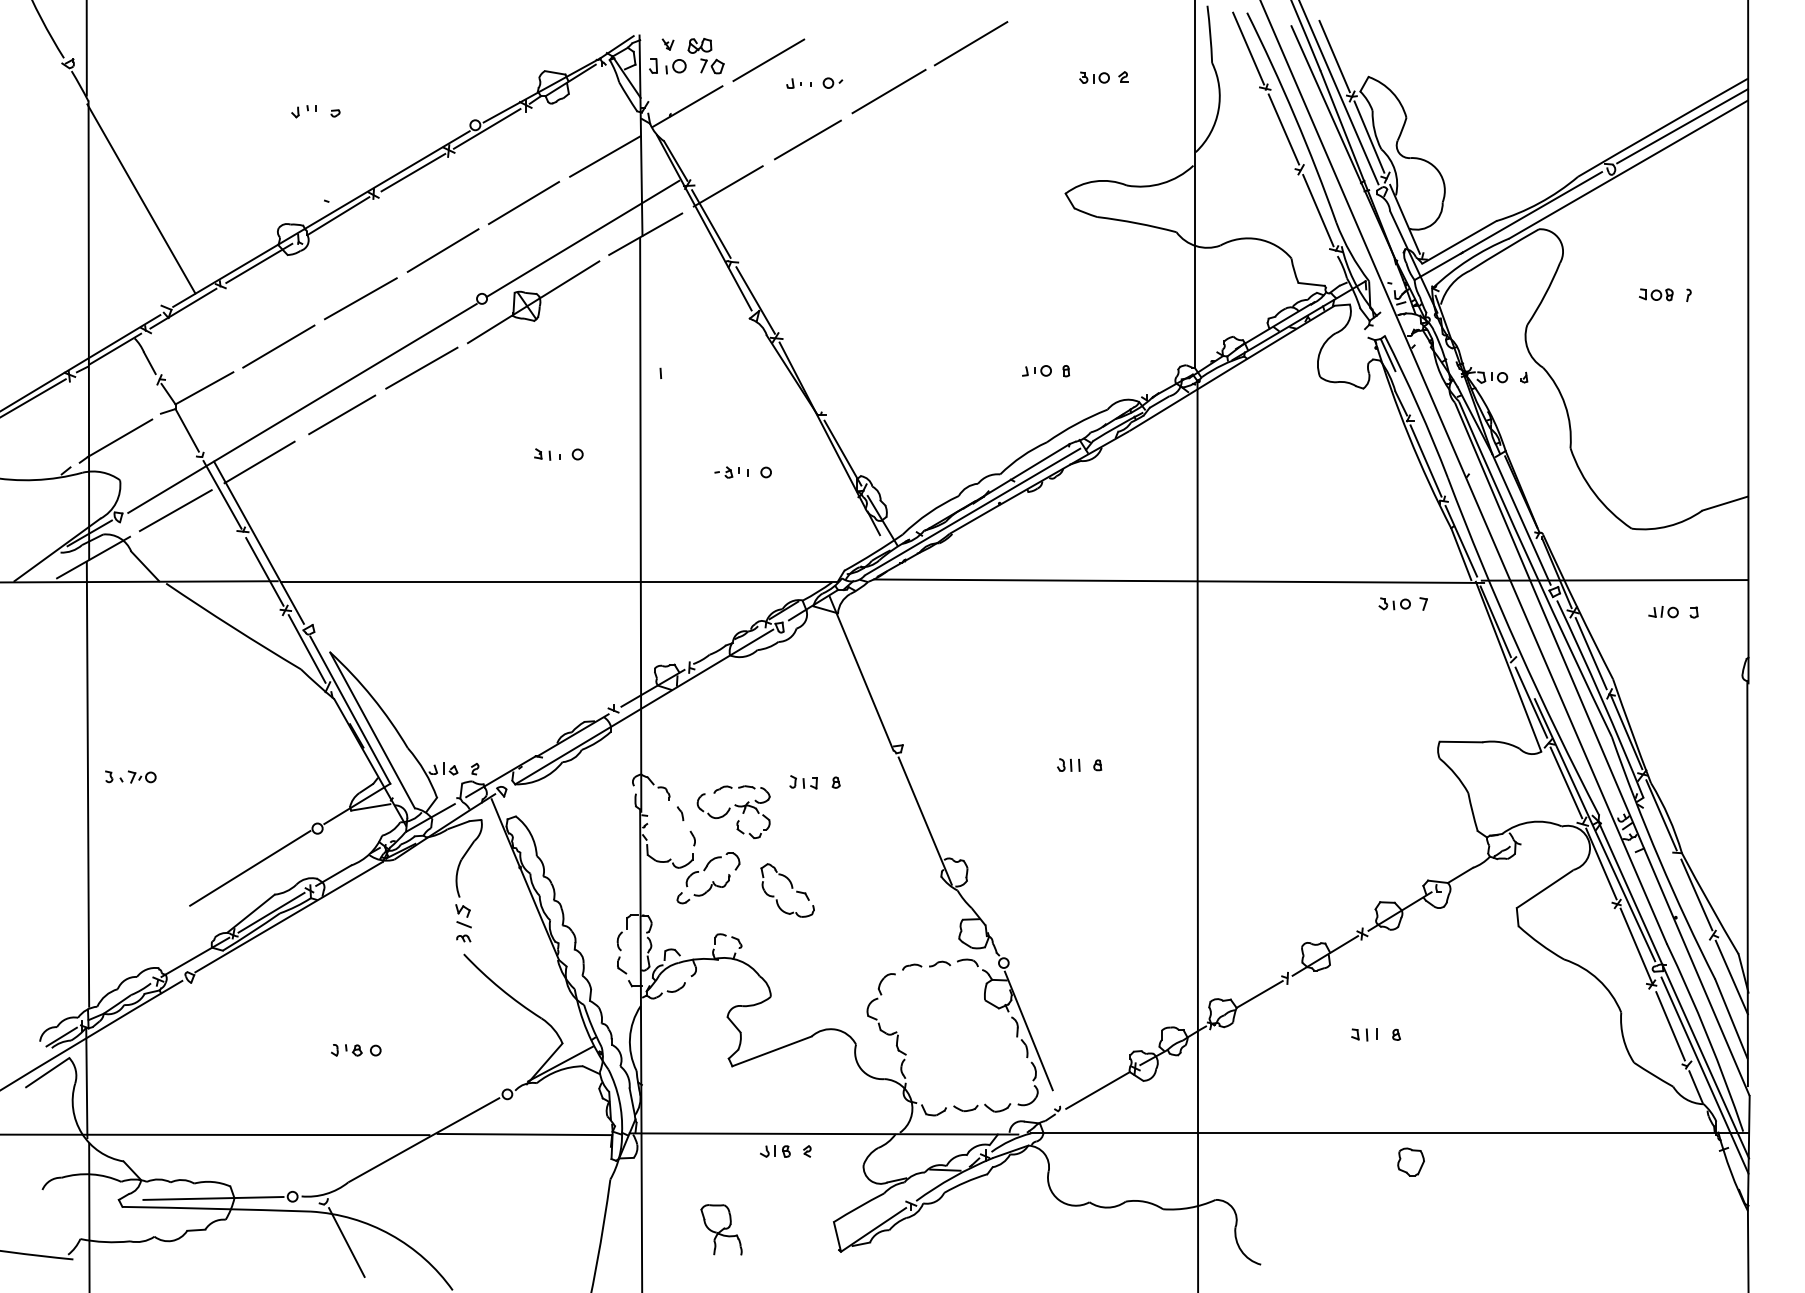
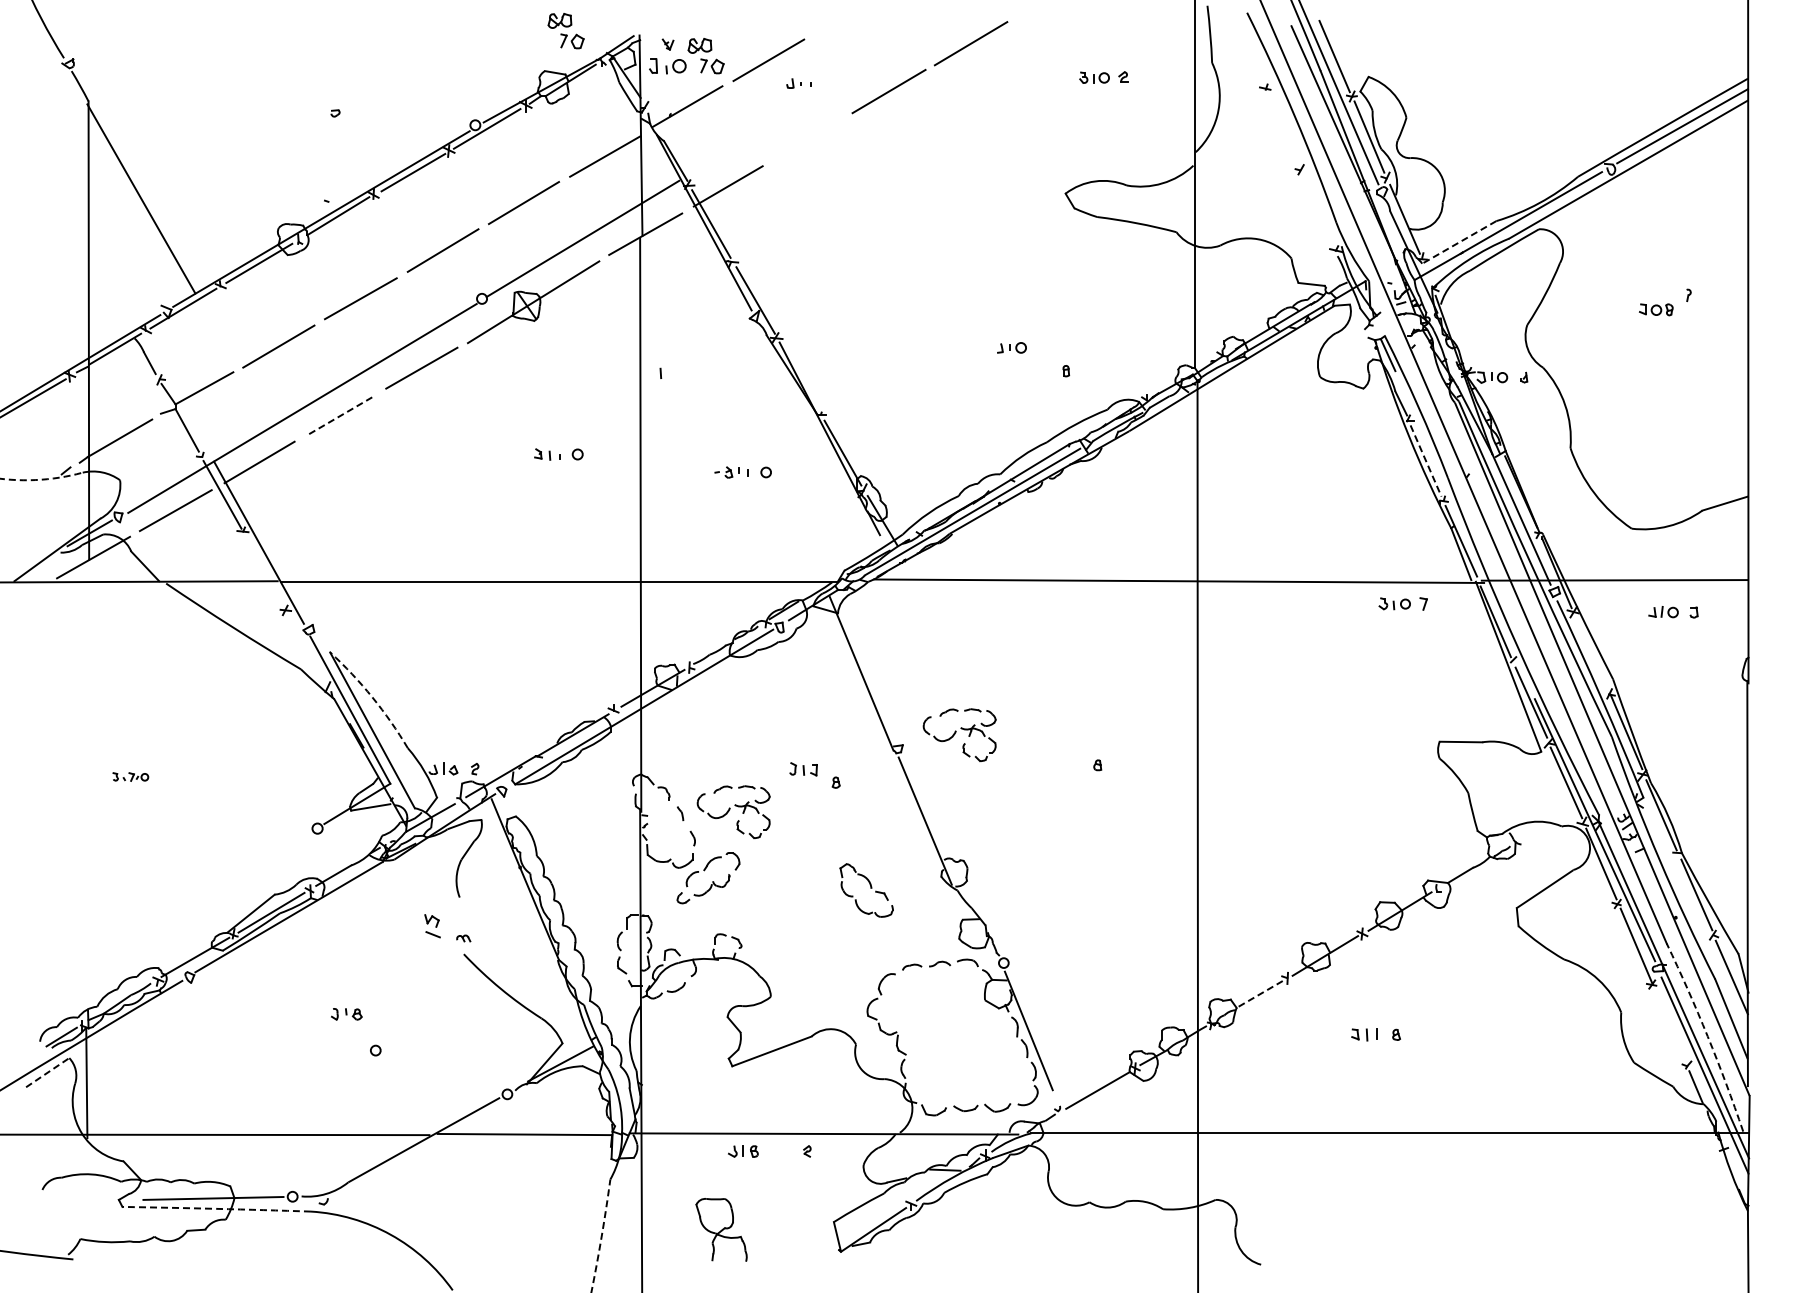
part at (565, 31): none -> present
line at (86, 48): present -> none
line at (1248, 48): present -> none
part at (832, 82): present -> none
part at (303, 111): present -> none
line at (1283, 129): present -> none
line at (807, 139): present -> none
line at (1318, 210): present -> none
line at (1459, 242): solid -> dashed
part at (1656, 294) position: (1656, 294) -> (1656, 309)
part at (1036, 370) position: (1036, 370) -> (1011, 347)
line at (342, 414): solid -> dashed
line at (1426, 461): solid -> dashed
arc at (42, 479): solid -> dashed
line at (264, 571): present -> none
line at (306, 648): present -> none
line at (1590, 653): present -> none
arc at (372, 697): solid -> dashed
part at (959, 734): none -> present
part at (1068, 764): present -> none
part at (130, 776) size: 52x14 px -> 38x10 px
part at (803, 782) position: (803, 782) -> (803, 769)
line at (87, 783): present -> none
line at (250, 868): present -> none
part at (787, 890) position: (787, 890) -> (866, 890)
part at (463, 916) position: (463, 916) -> (432, 926)
line at (1259, 994): solid -> dashed
line at (1670, 1026): present -> none
arc at (1707, 1036): solid -> dashed
part at (346, 1050) position: (346, 1050) -> (346, 1014)
line at (48, 1072): solid -> dashed
part at (775, 1151) position: (775, 1151) -> (743, 1151)
part at (1410, 1161): present -> none
arc at (216, 1208): solid -> dashed
line at (89, 1216): present -> none
part at (721, 1229) size: 43x52 px -> 53x64 px
arc at (601, 1235): solid -> dashed
line at (346, 1242): present -> none
